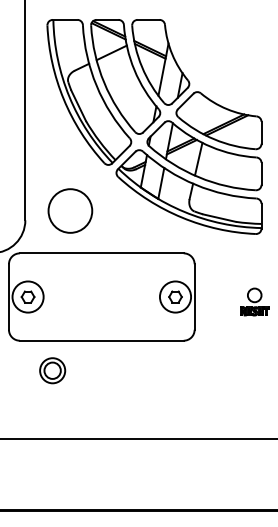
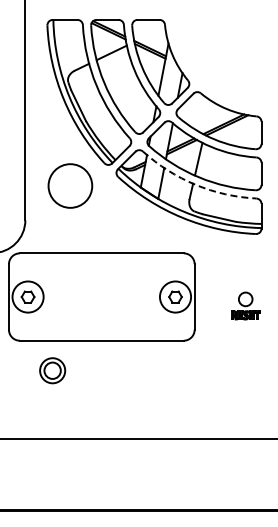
arc at (195, 184): solid -> dashed
circle at (70, 210) position: (70, 210) -> (70, 185)
part at (254, 301) position: (254, 301) -> (245, 305)
